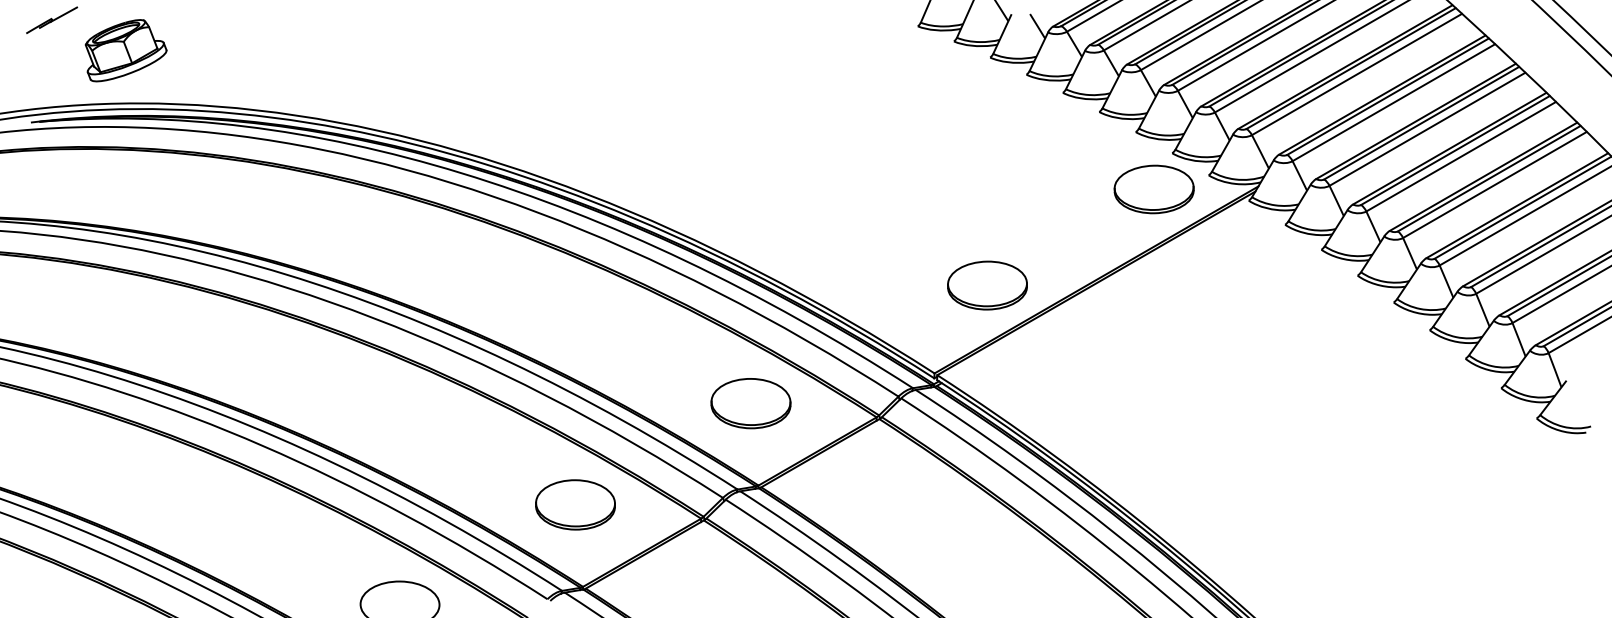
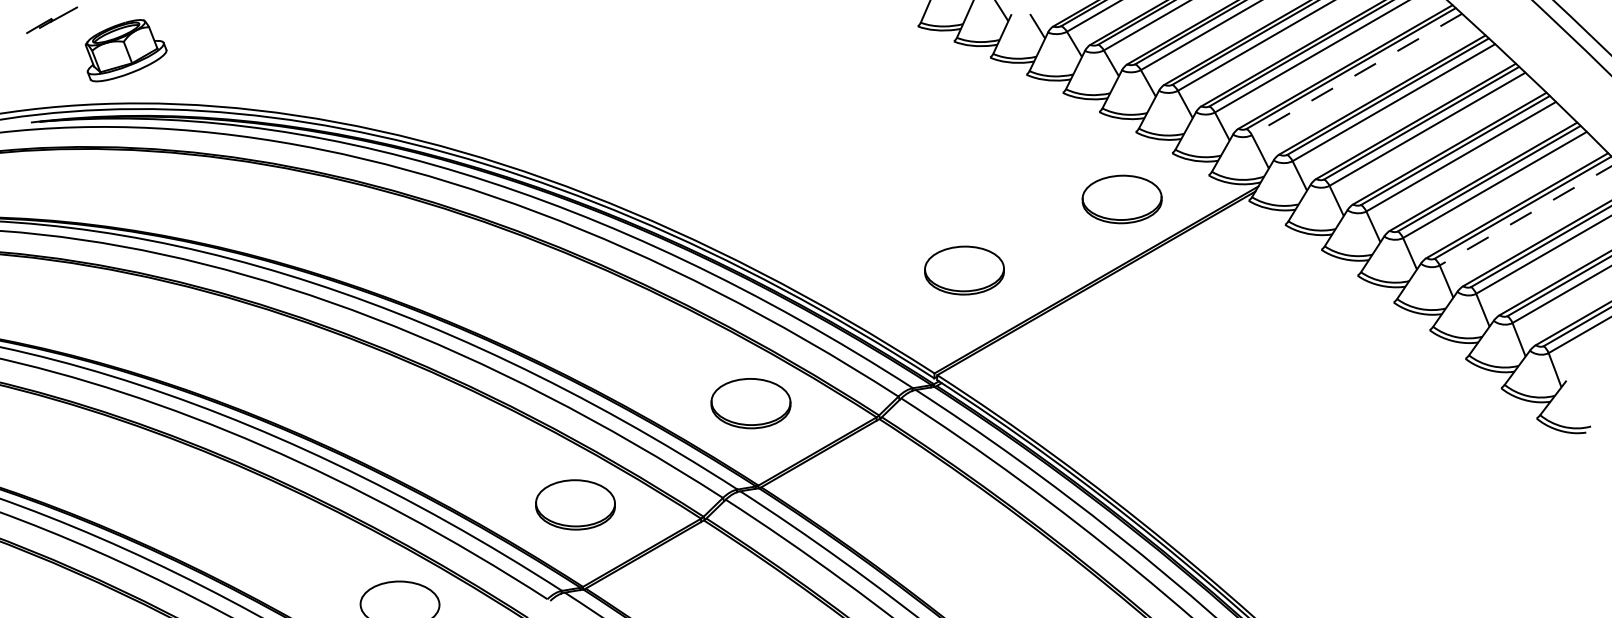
line at (1356, 74): solid -> dashed
part at (1153, 189) position: (1153, 189) -> (1121, 199)
line at (1525, 216): solid -> dashed
part at (987, 285) position: (987, 285) -> (964, 270)
